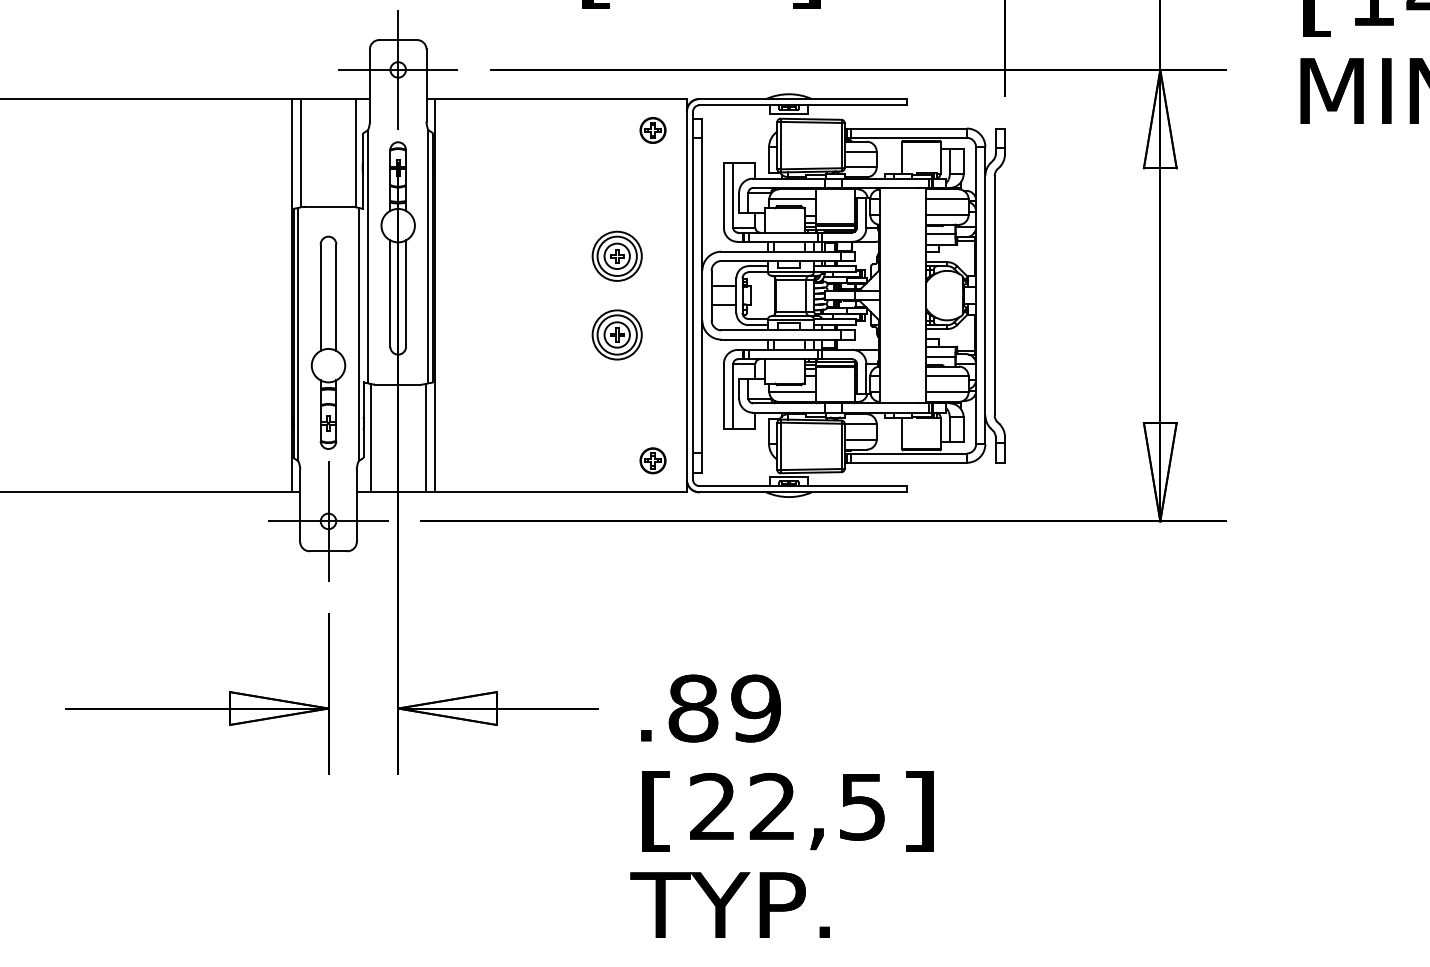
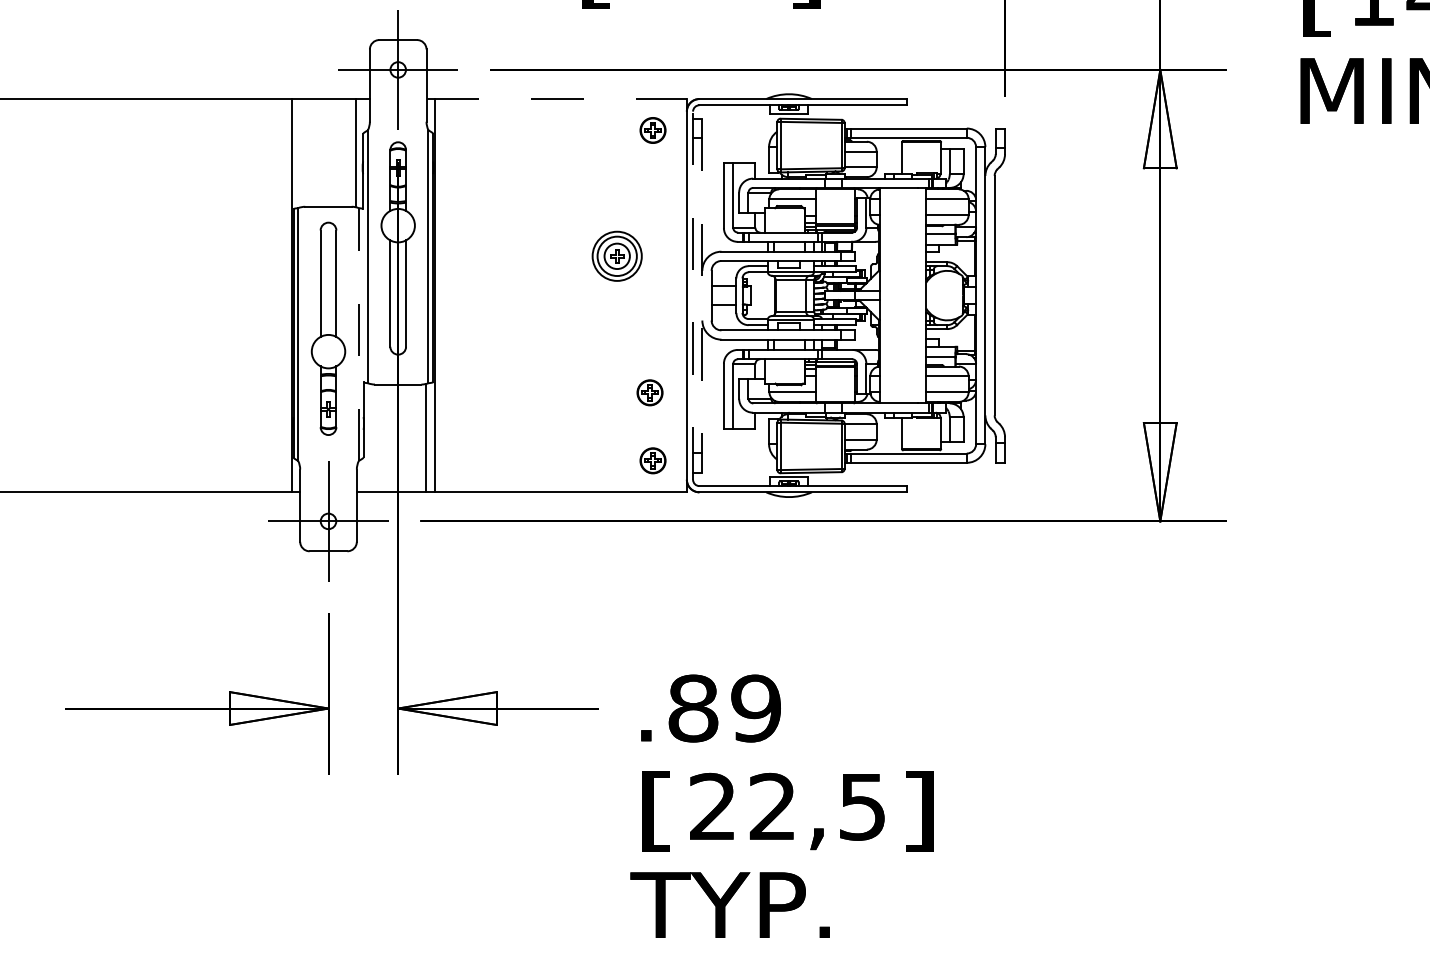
line at (557, 99): solid -> dashed
line at (301, 153): present -> none
line at (693, 295): solid -> dashed
line at (702, 295): solid -> dashed
line at (358, 334): solid -> dashed
part at (616, 334): present -> none
part at (328, 342) position: (328, 342) -> (328, 328)
part at (649, 392): none -> present
line at (371, 438): present -> none
